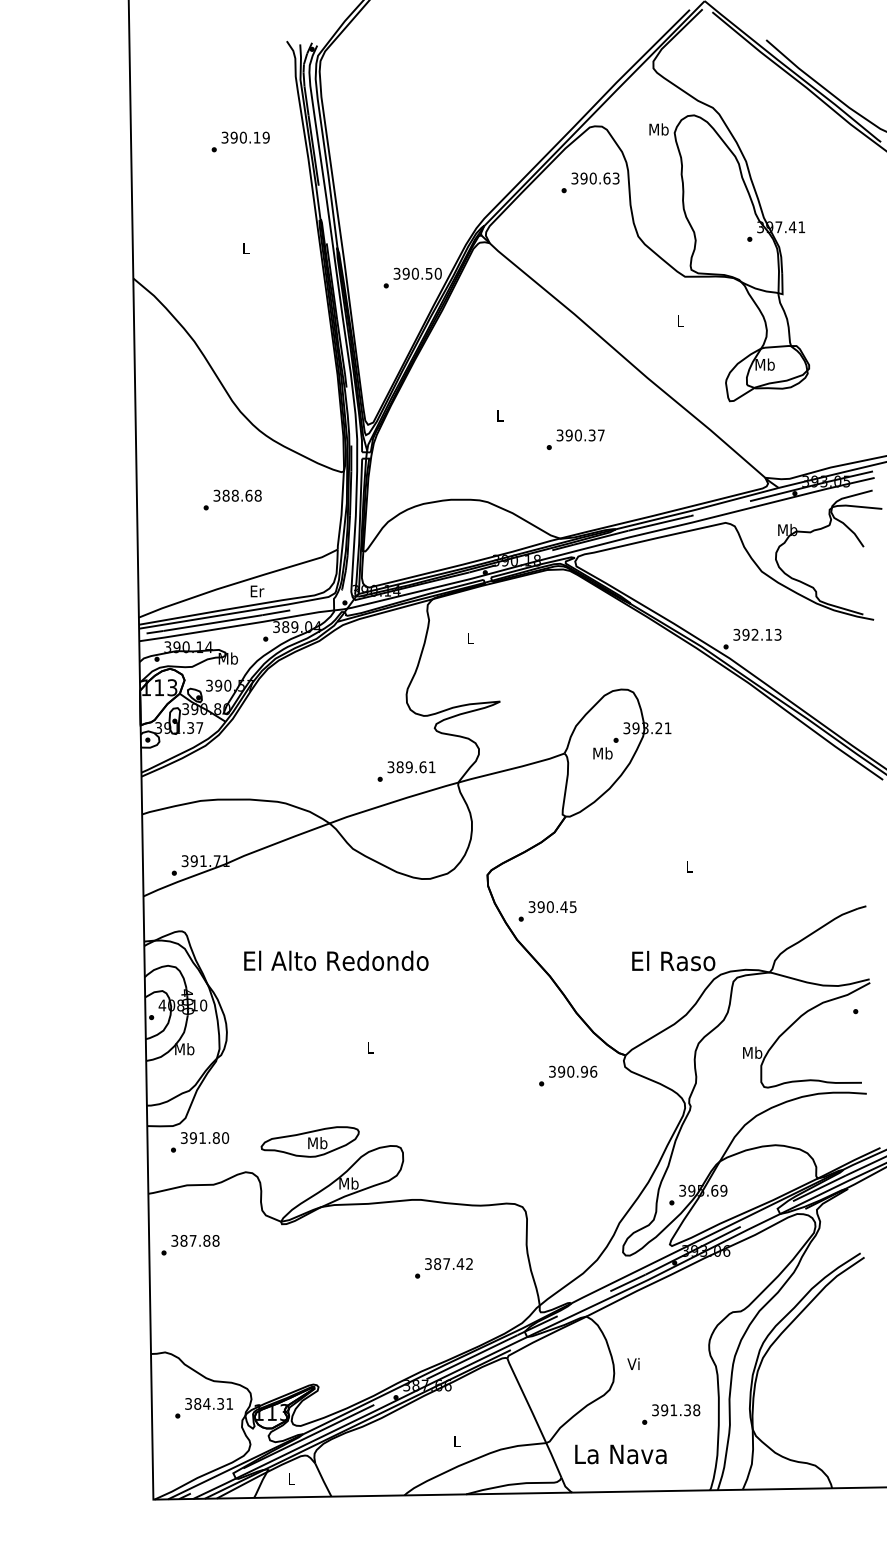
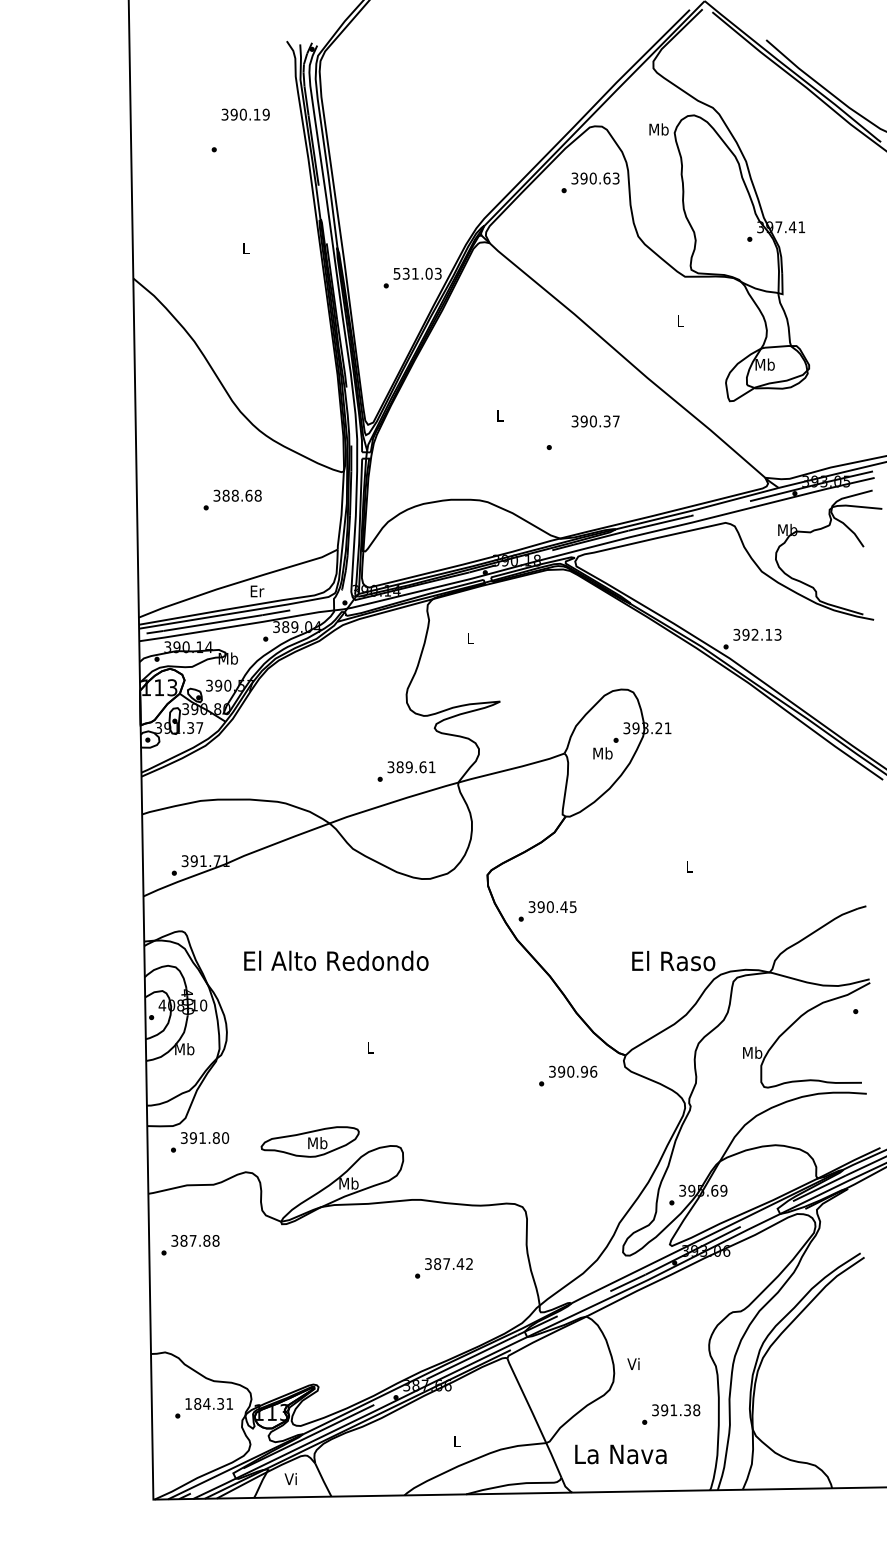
text at (245, 137) position: (245, 137) -> (245, 114)
text at (417, 273): 390.50 -> 531.03
text at (580, 435) position: (580, 435) -> (595, 421)
text at (188, 1403): 384.31 -> 184.31
text at (290, 1479): L -> Vi
